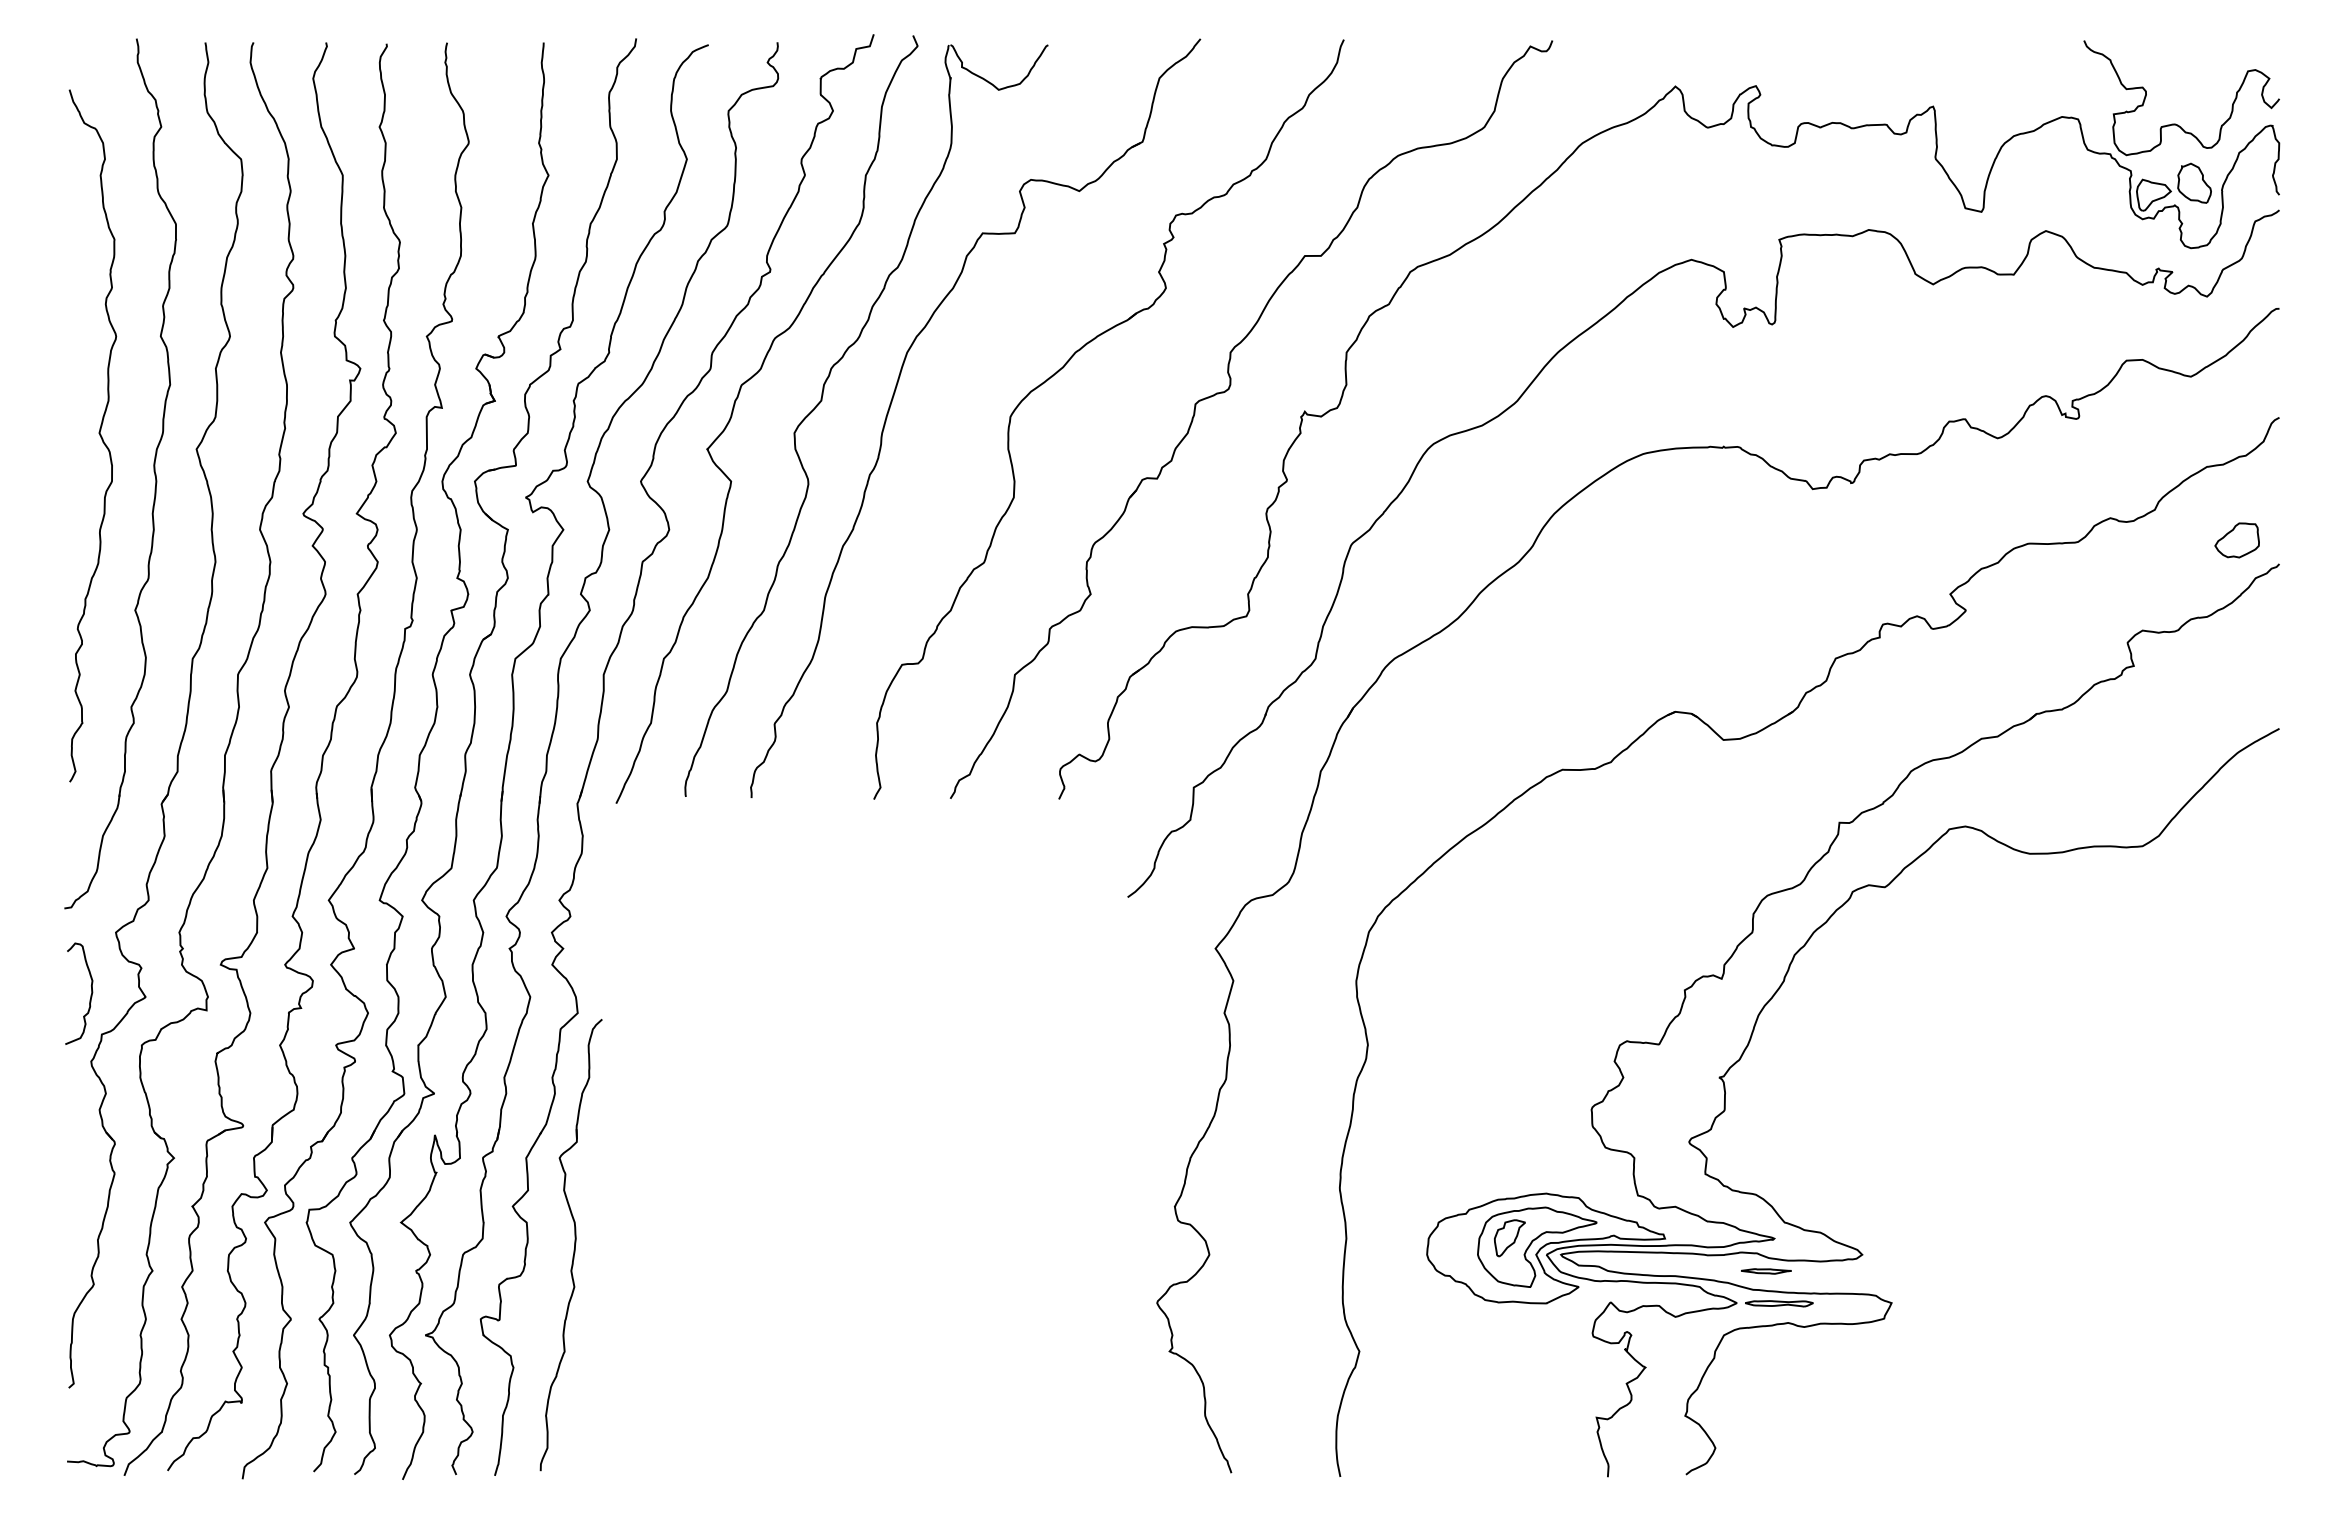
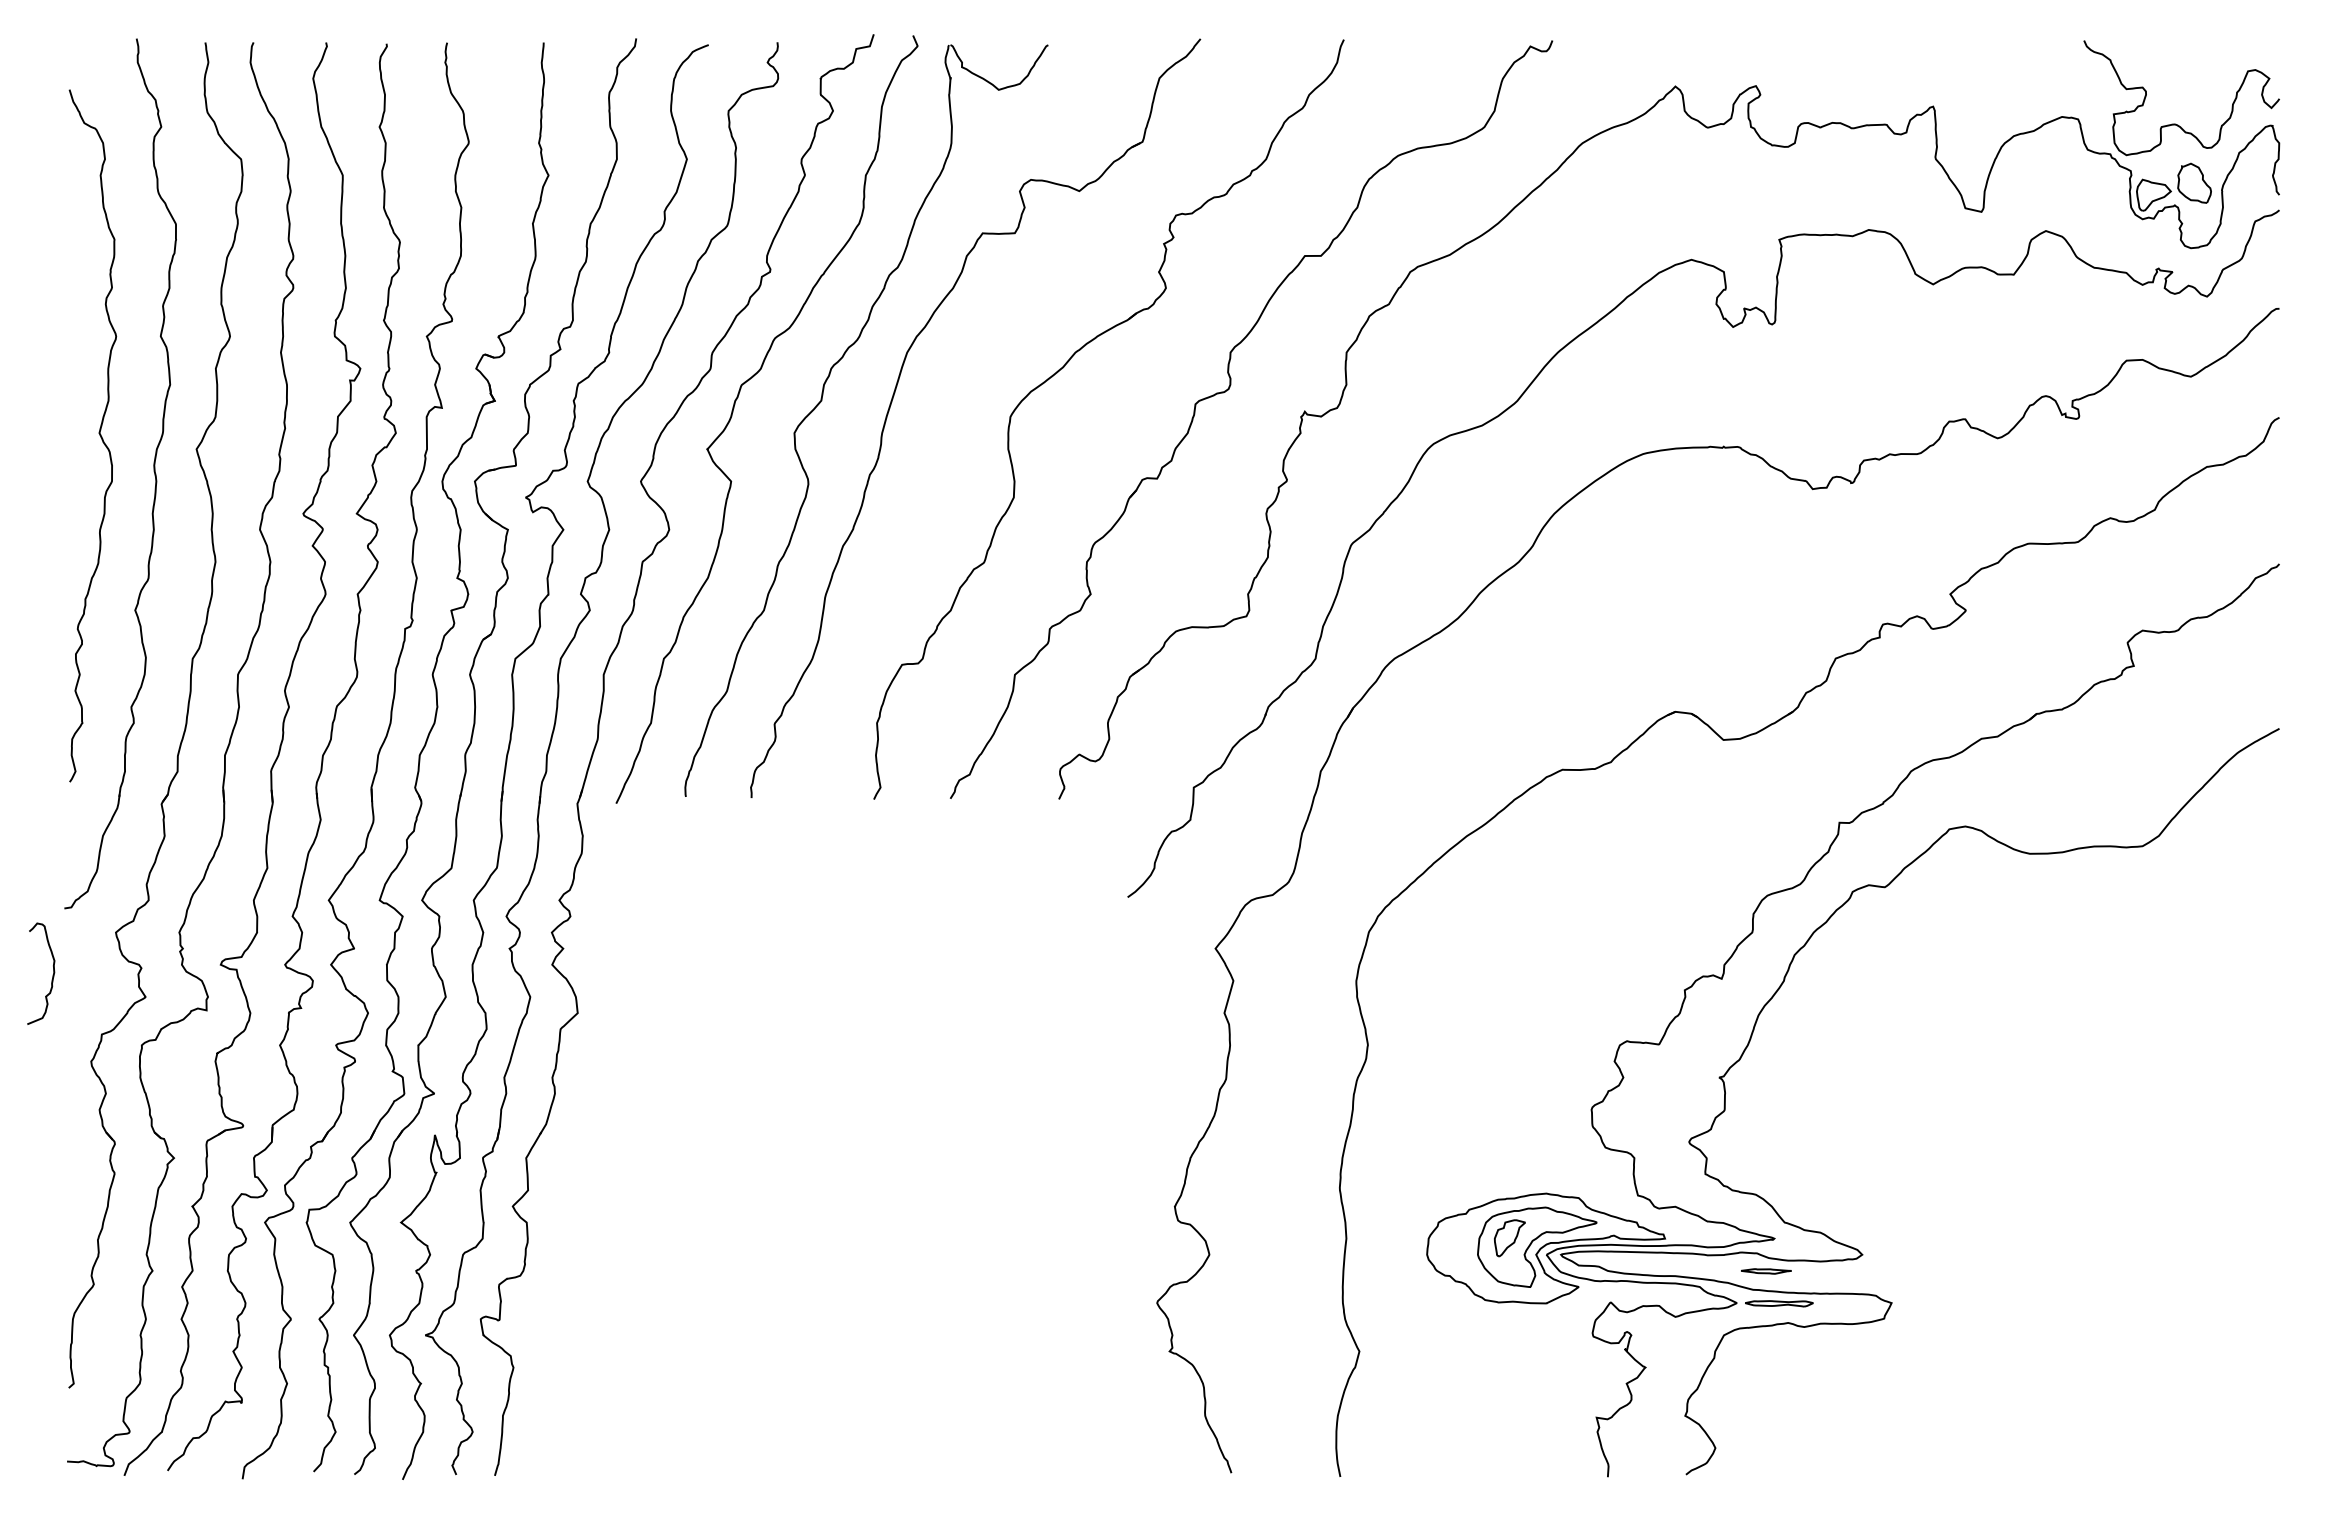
part at (2236, 540): present -> none
curve at (90, 995) position: (90, 995) -> (52, 975)
part at (570, 1245): present -> none
